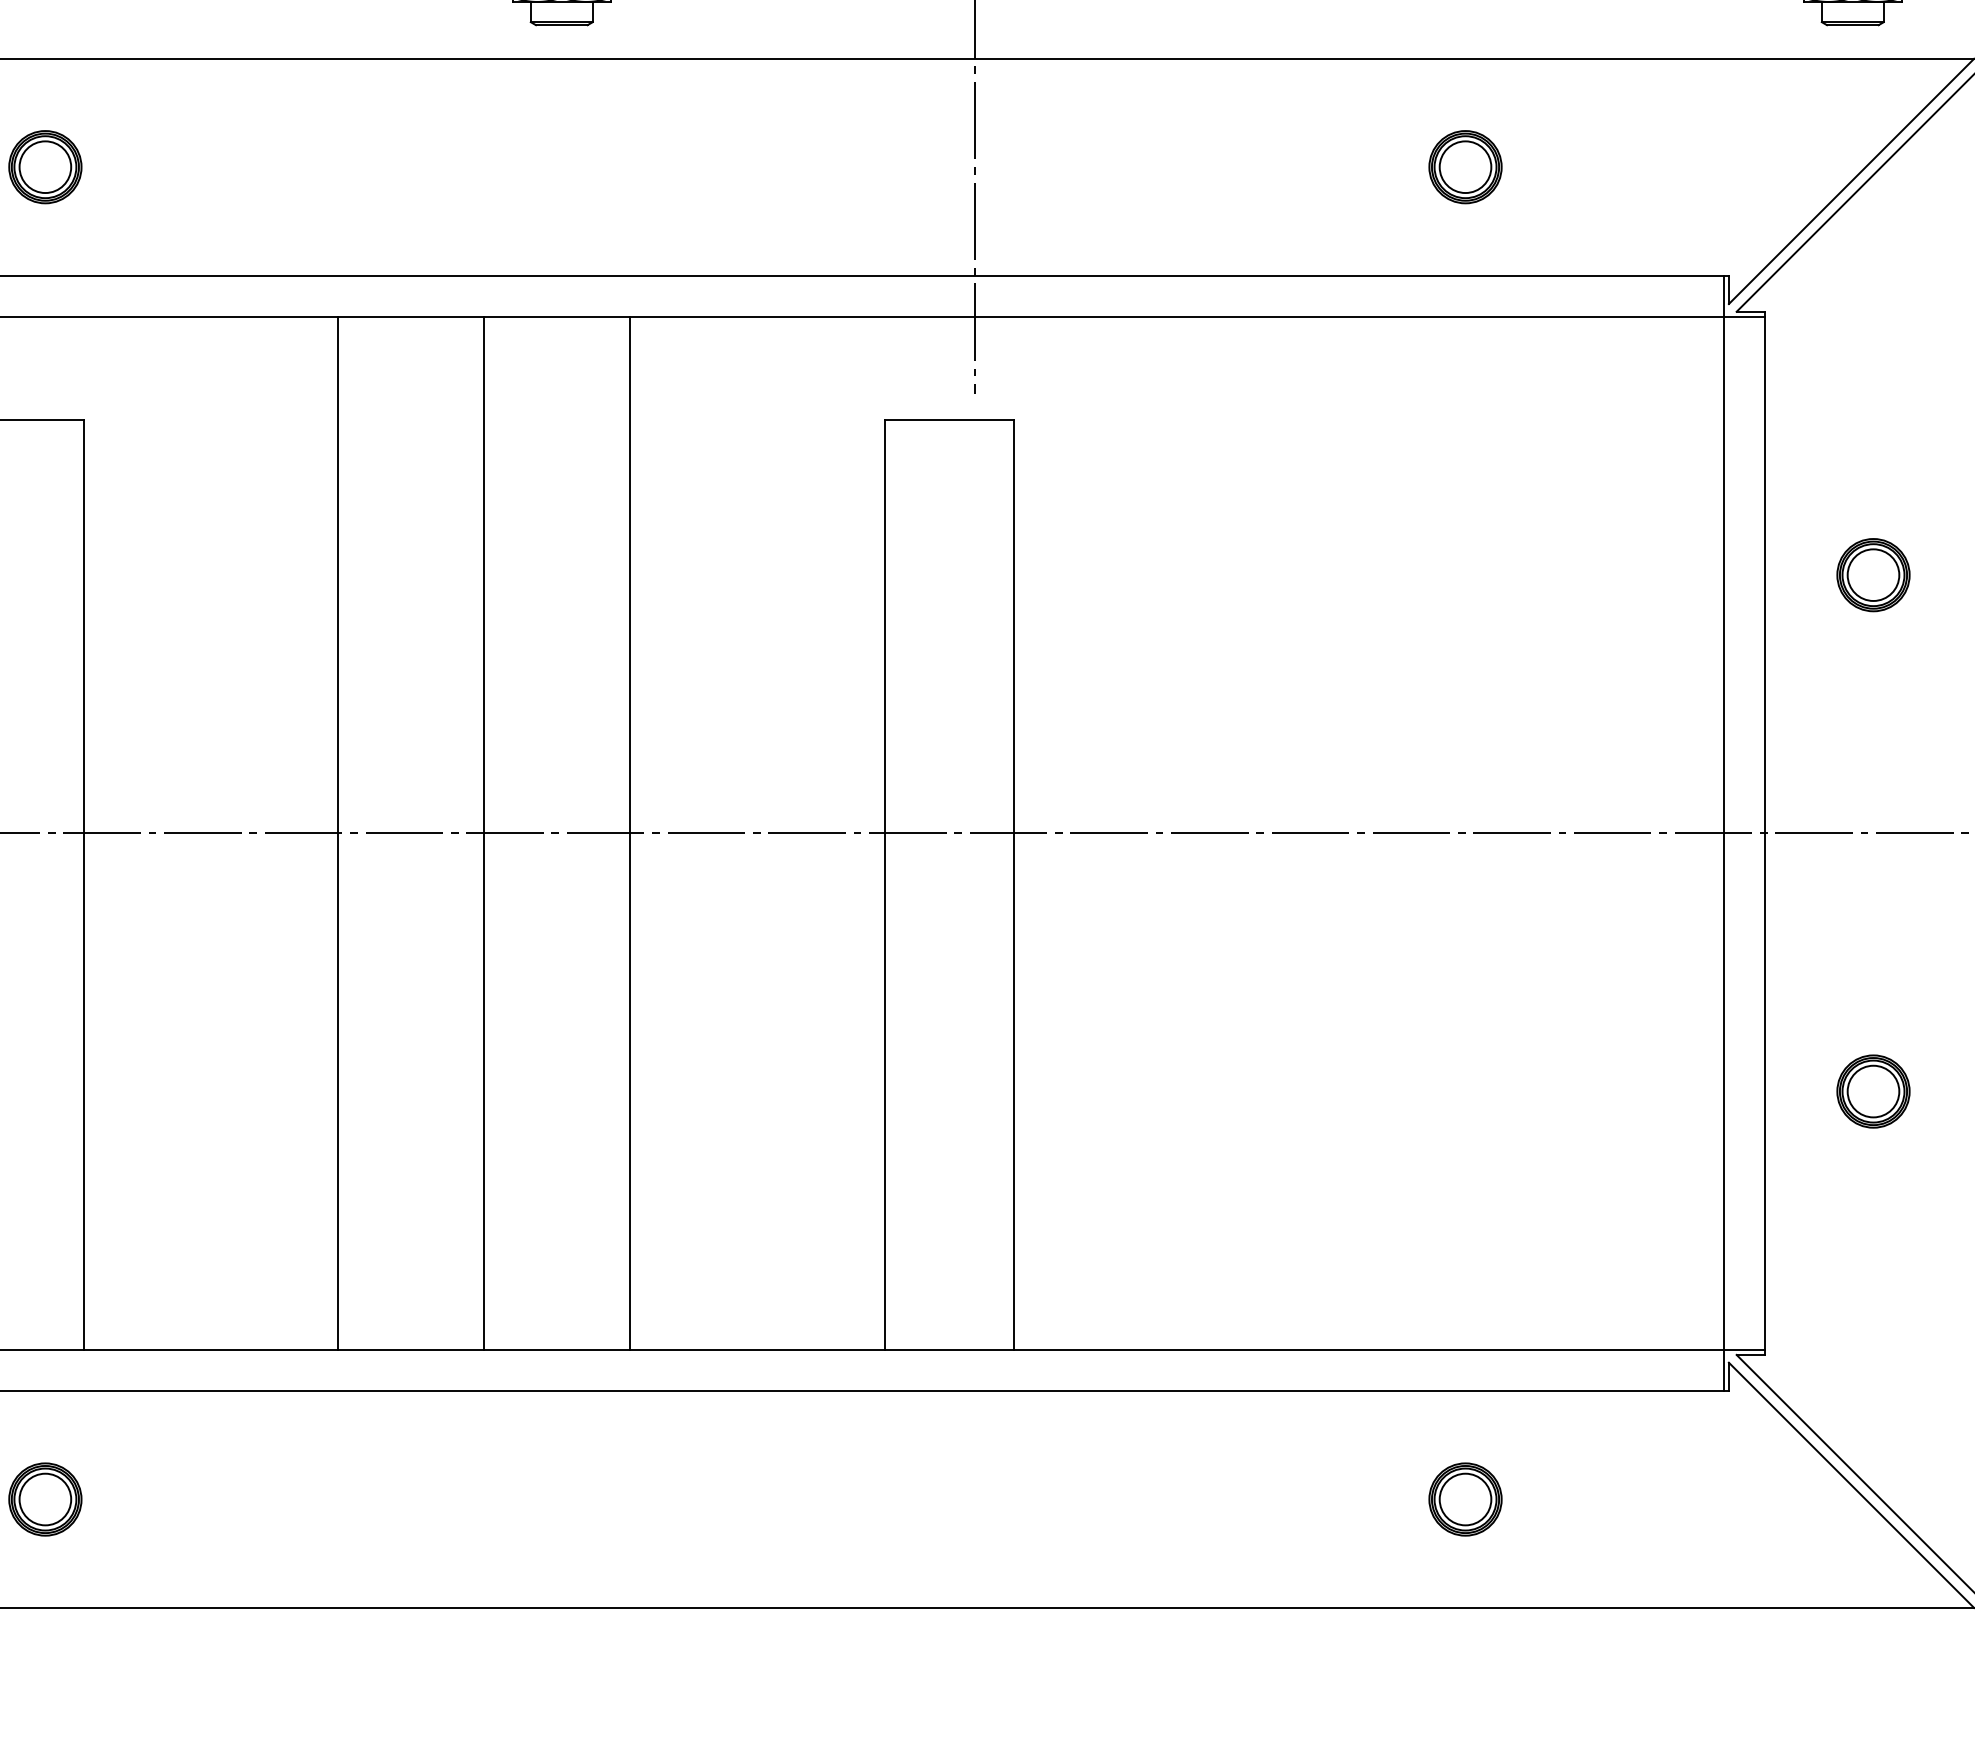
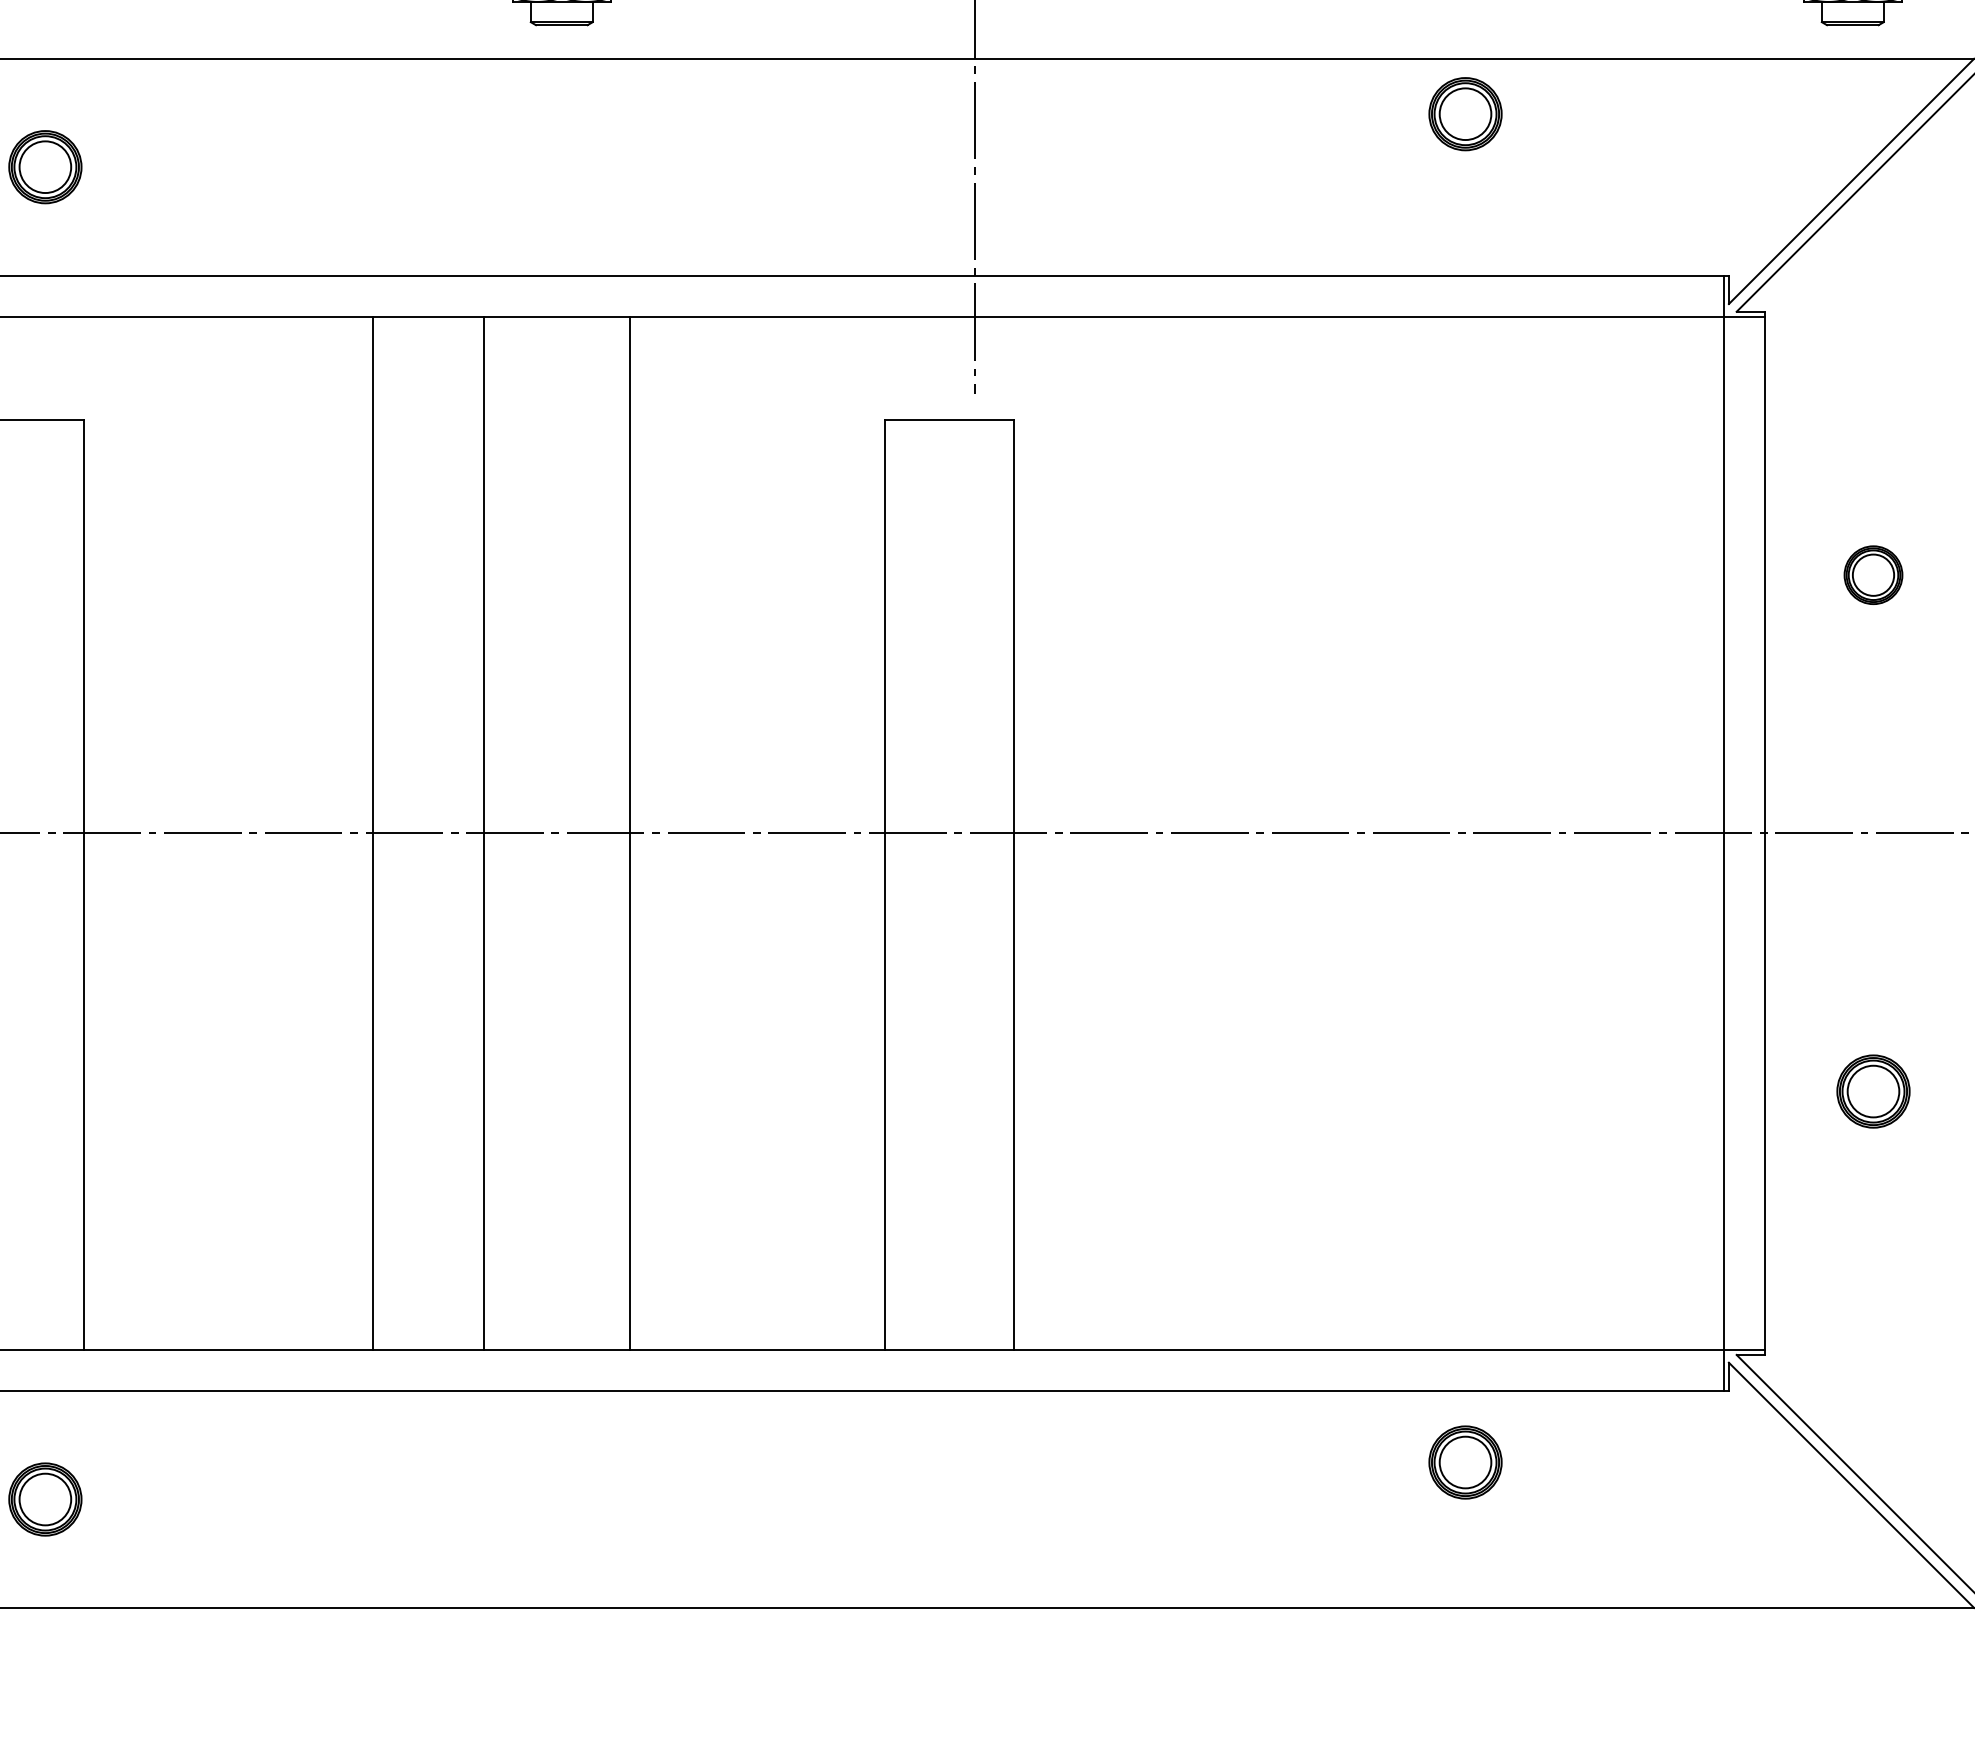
part at (1465, 167) position: (1465, 167) -> (1465, 114)
part at (1873, 575) size: 75x75 px -> 61x60 px
line at (338, 832) position: (338, 832) -> (373, 832)
part at (1465, 1499) position: (1465, 1499) -> (1465, 1462)
